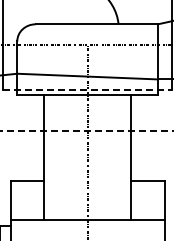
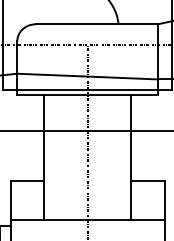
line at (88, 90): dashed -> solid
line at (86, 131): dashed -> solid
